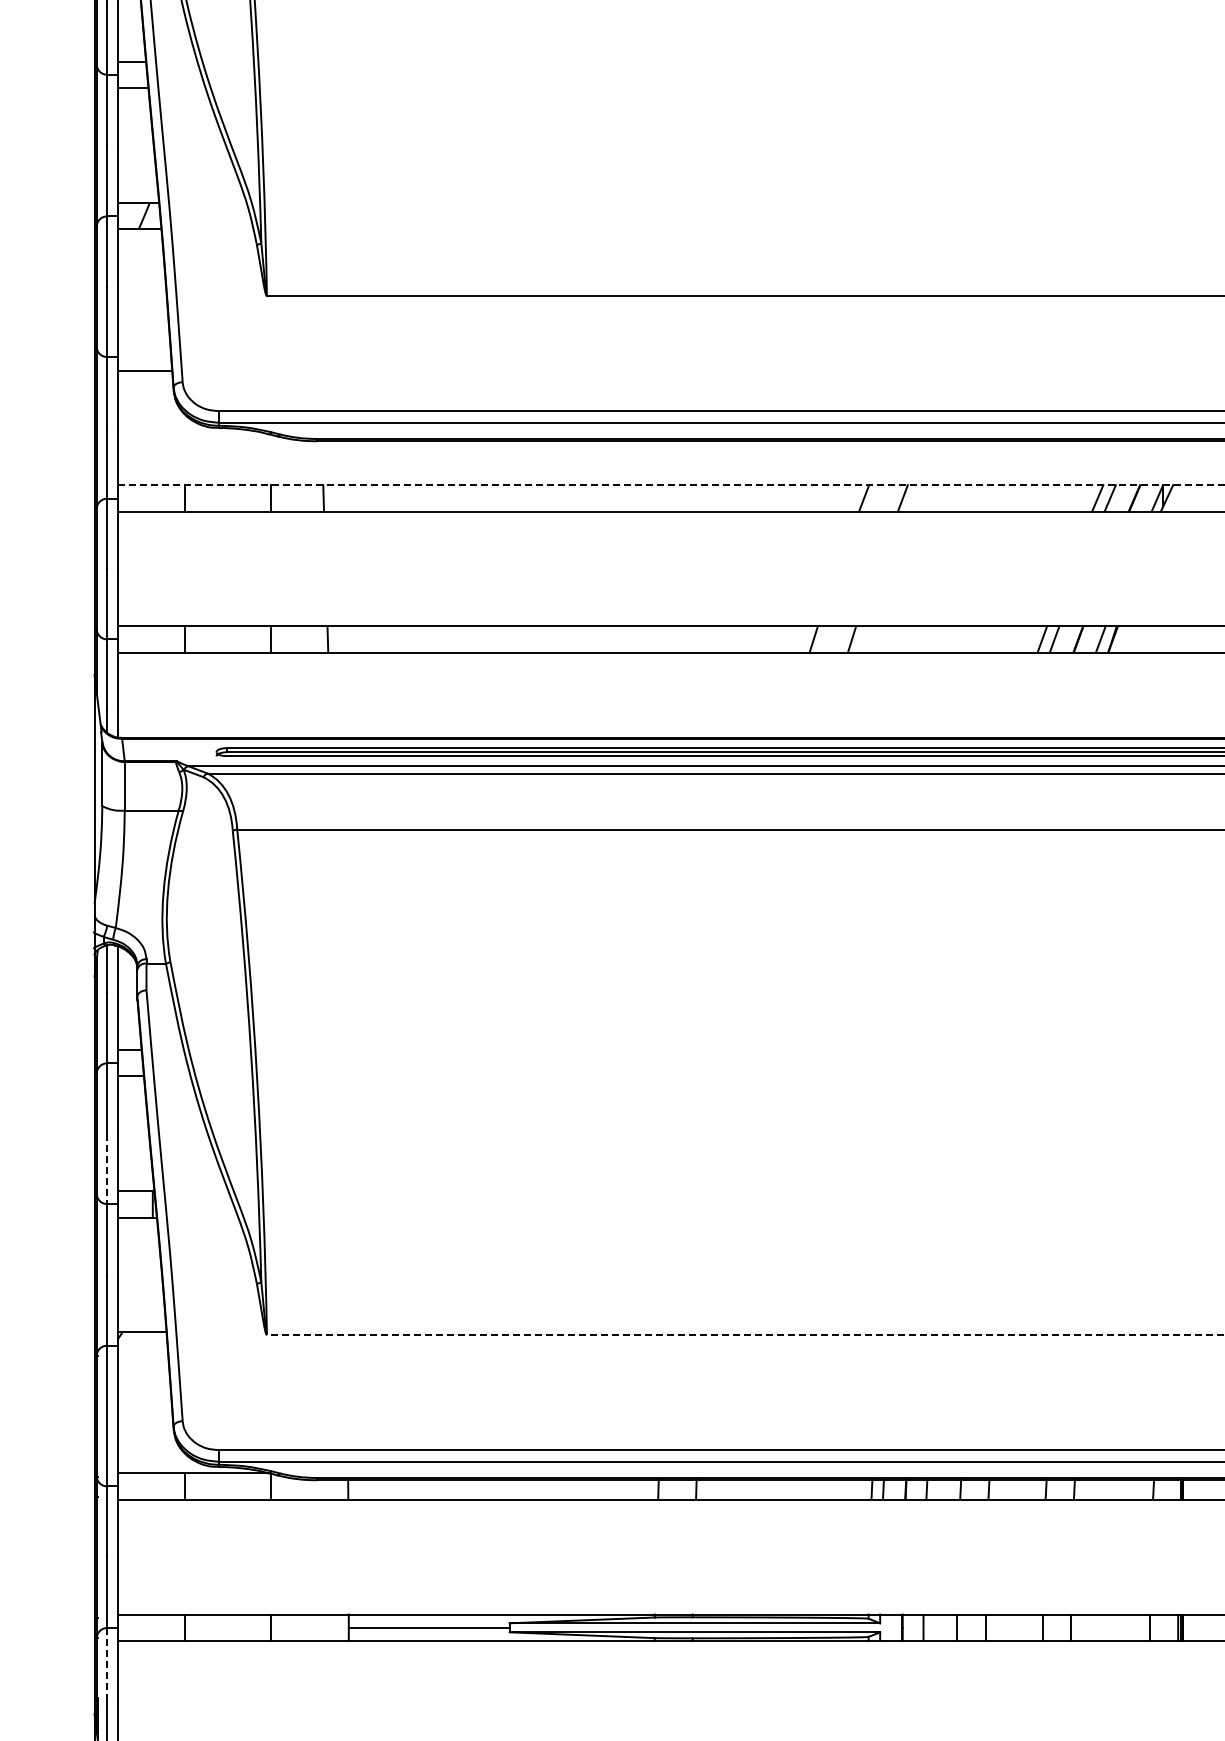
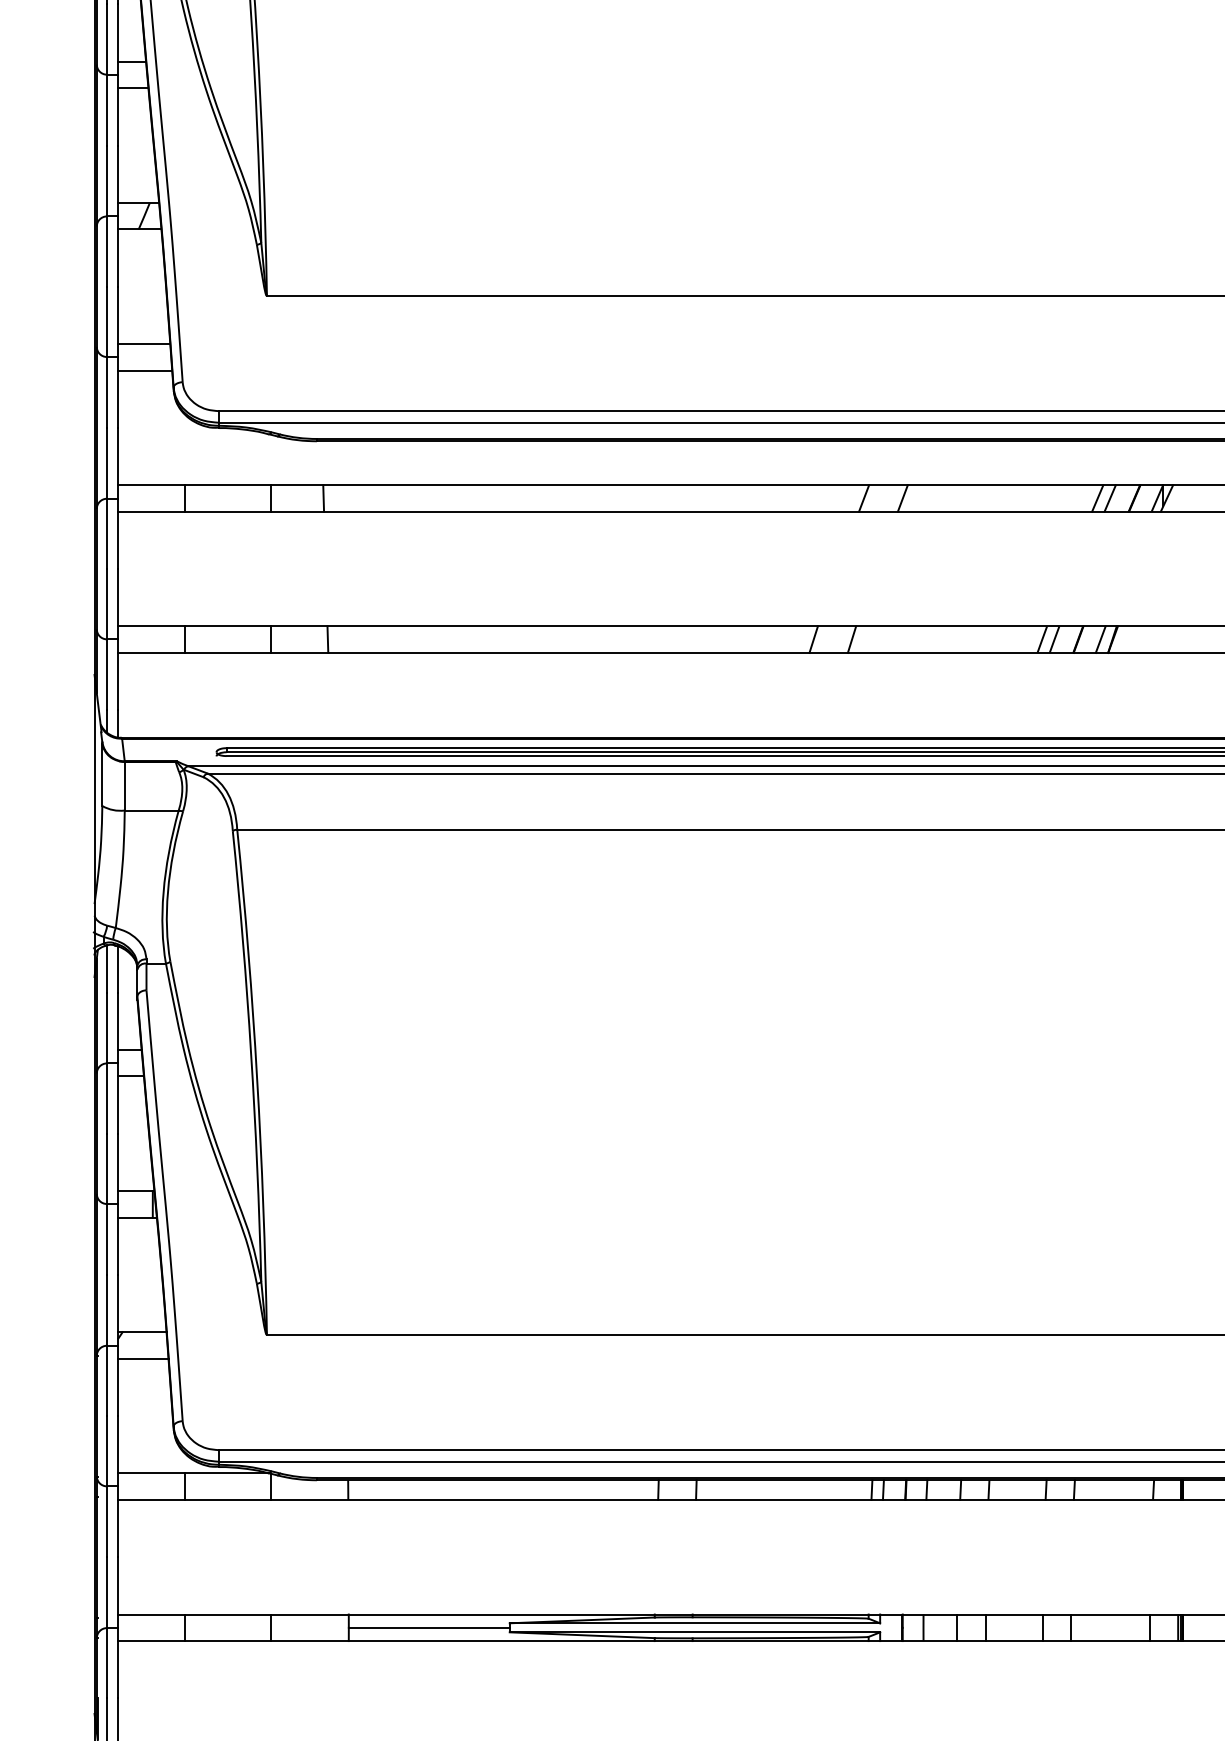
line at (144, 344): none -> present
line at (671, 485): dashed -> solid
line at (106, 1169): dashed -> solid
line at (745, 1334): dashed -> solid
line at (143, 1358): none -> present
line at (106, 1663): dashed -> solid
